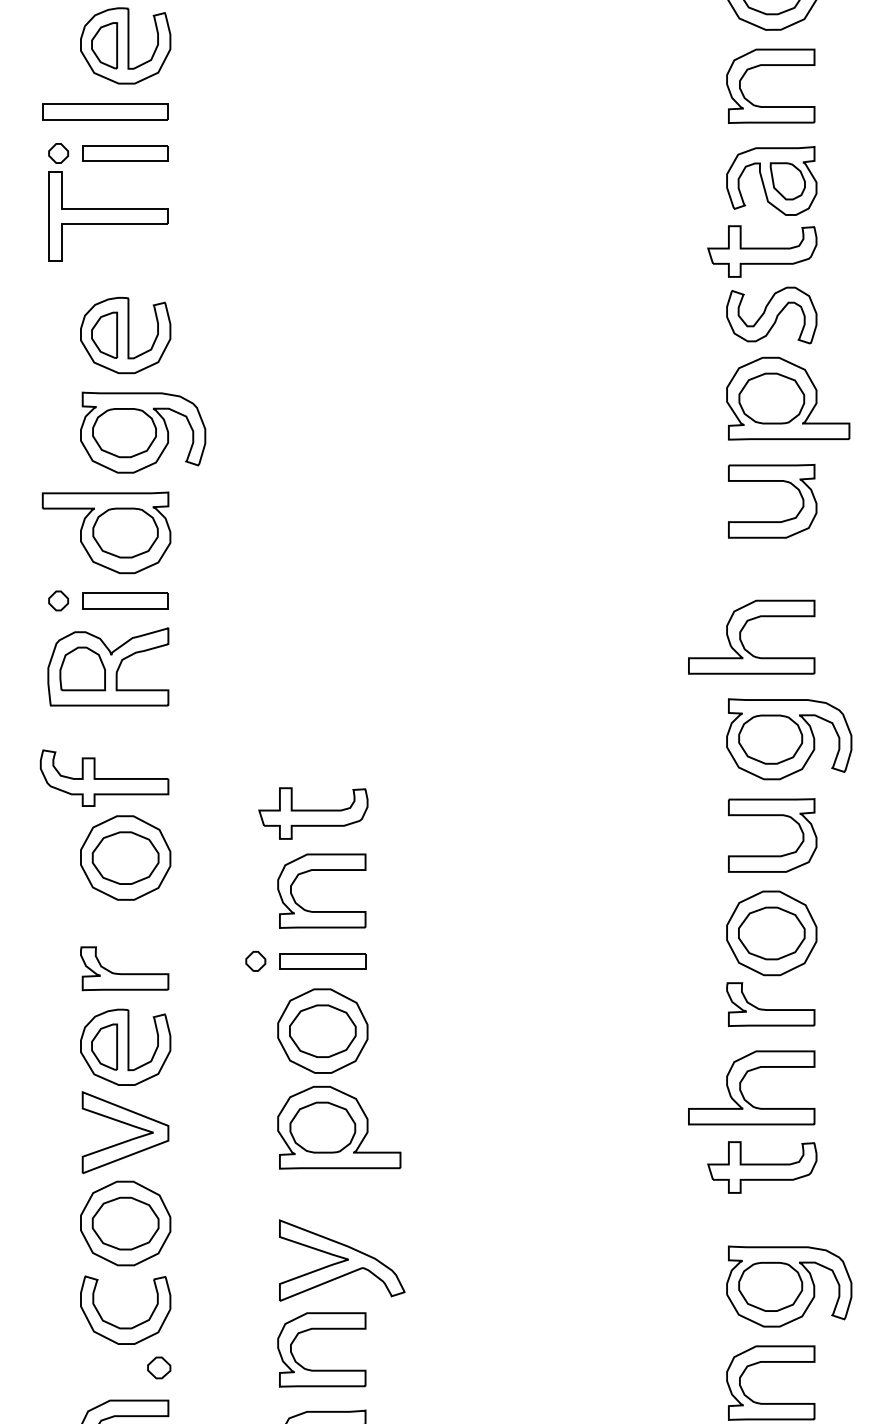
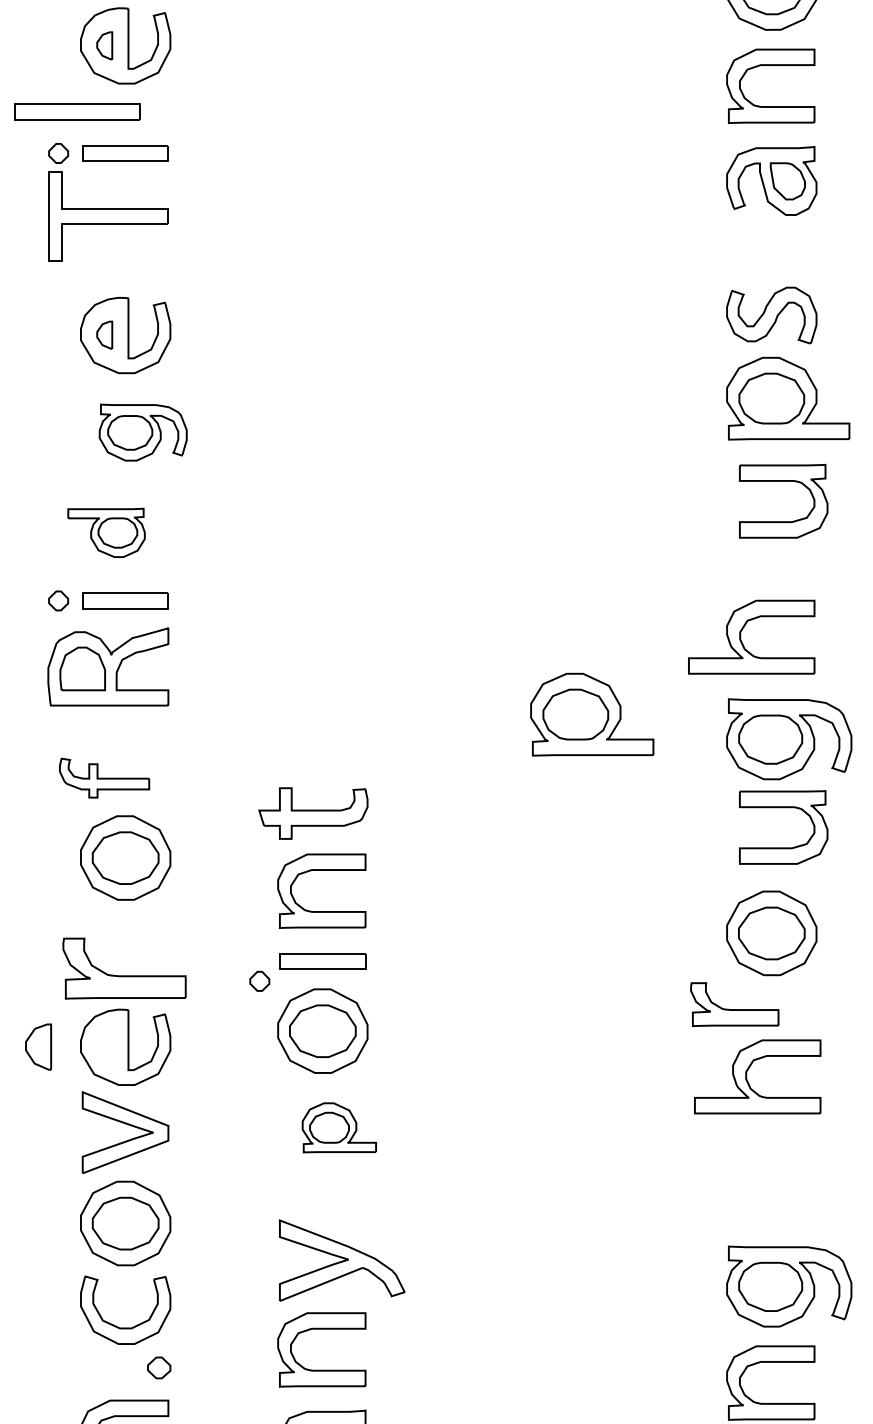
part at (104, 45) size: 28x48 px -> 18x30 px
part at (105, 111) position: (105, 111) -> (77, 111)
part at (762, 251): present -> none
part at (104, 334) size: 28x48 px -> 18x30 px
part at (143, 432) size: 127x83 px -> 90x59 px
part at (772, 481) position: (772, 481) -> (783, 481)
part at (106, 532) size: 131x84 px -> 79x51 px
part at (592, 714): none -> present
part at (104, 777) size: 131x58 px -> 92x42 px
part at (772, 816) position: (772, 816) -> (783, 808)
part at (255, 960) position: (255, 960) -> (259, 980)
part at (124, 968) size: 90x46 px -> 125x63 px
part at (770, 1004) position: (770, 1004) -> (734, 1004)
part at (104, 1046) position: (104, 1046) -> (38, 1046)
part at (741, 1087) position: (741, 1087) -> (747, 1076)
part at (339, 1127) size: 125x84 px -> 76x52 px
part at (762, 1167): present -> none
